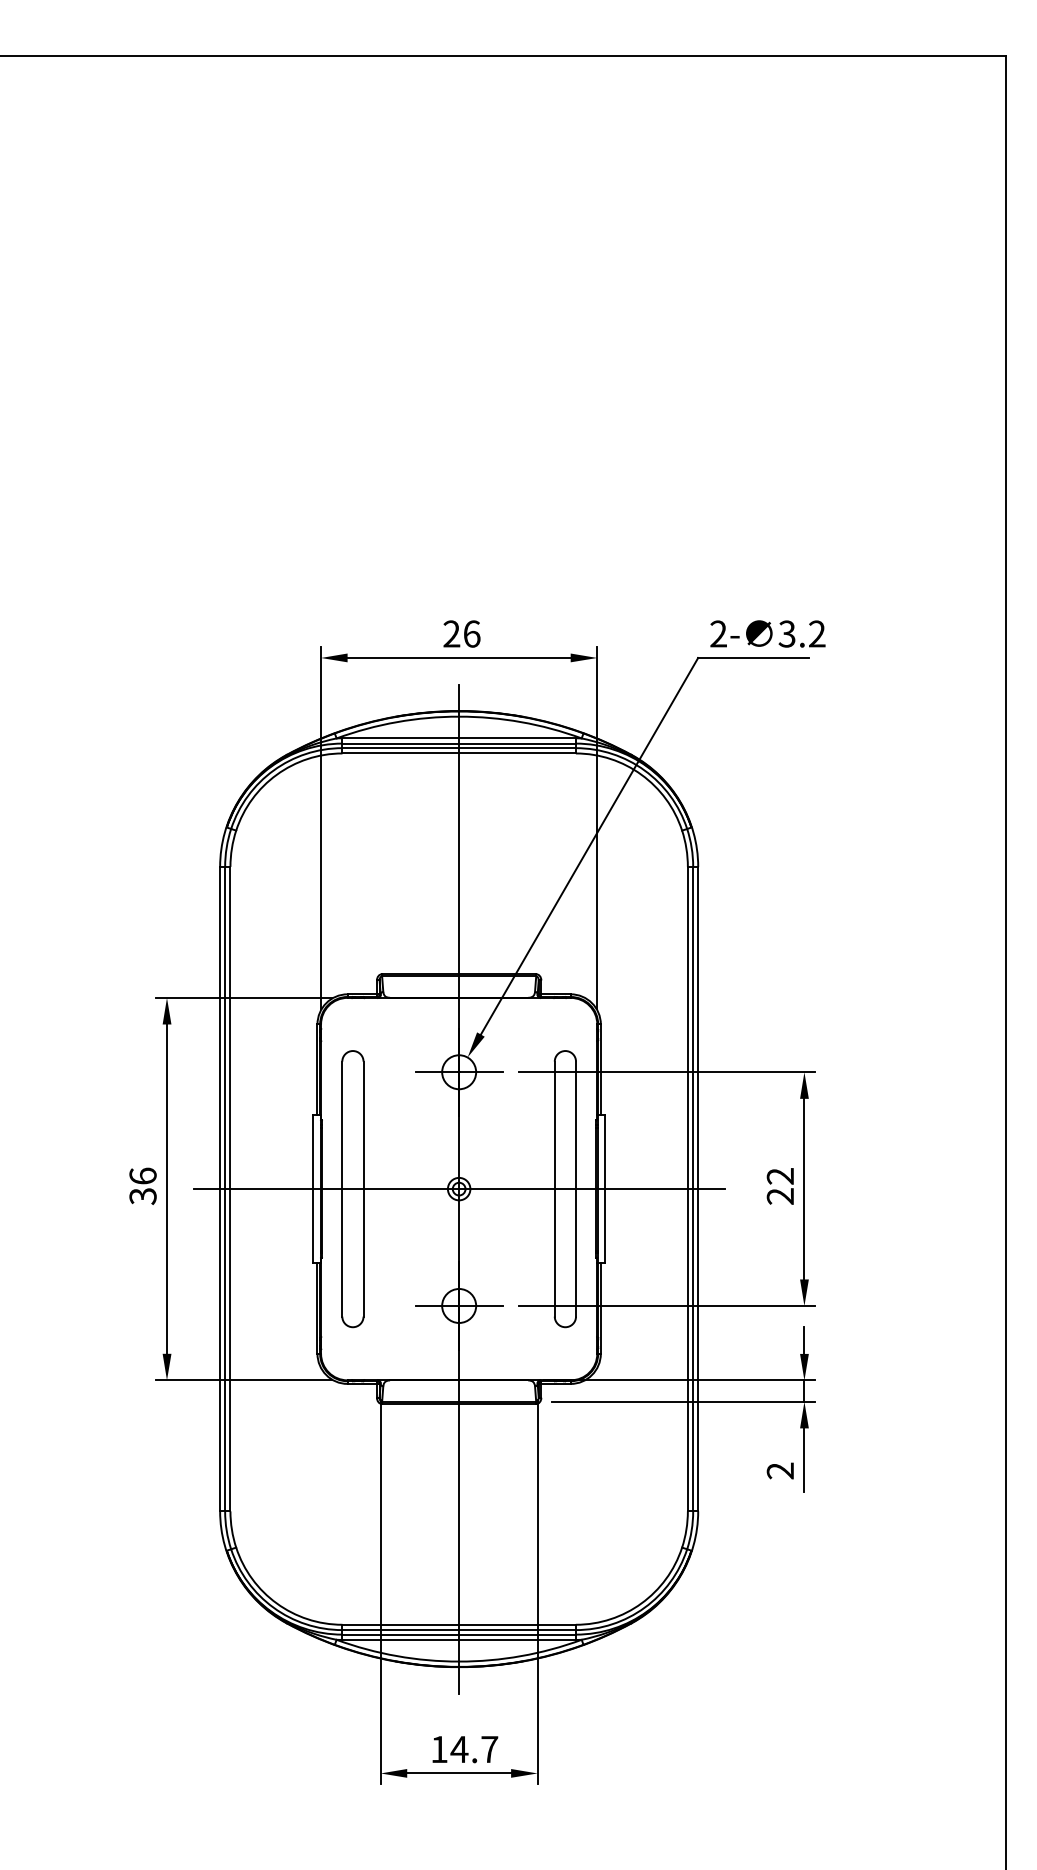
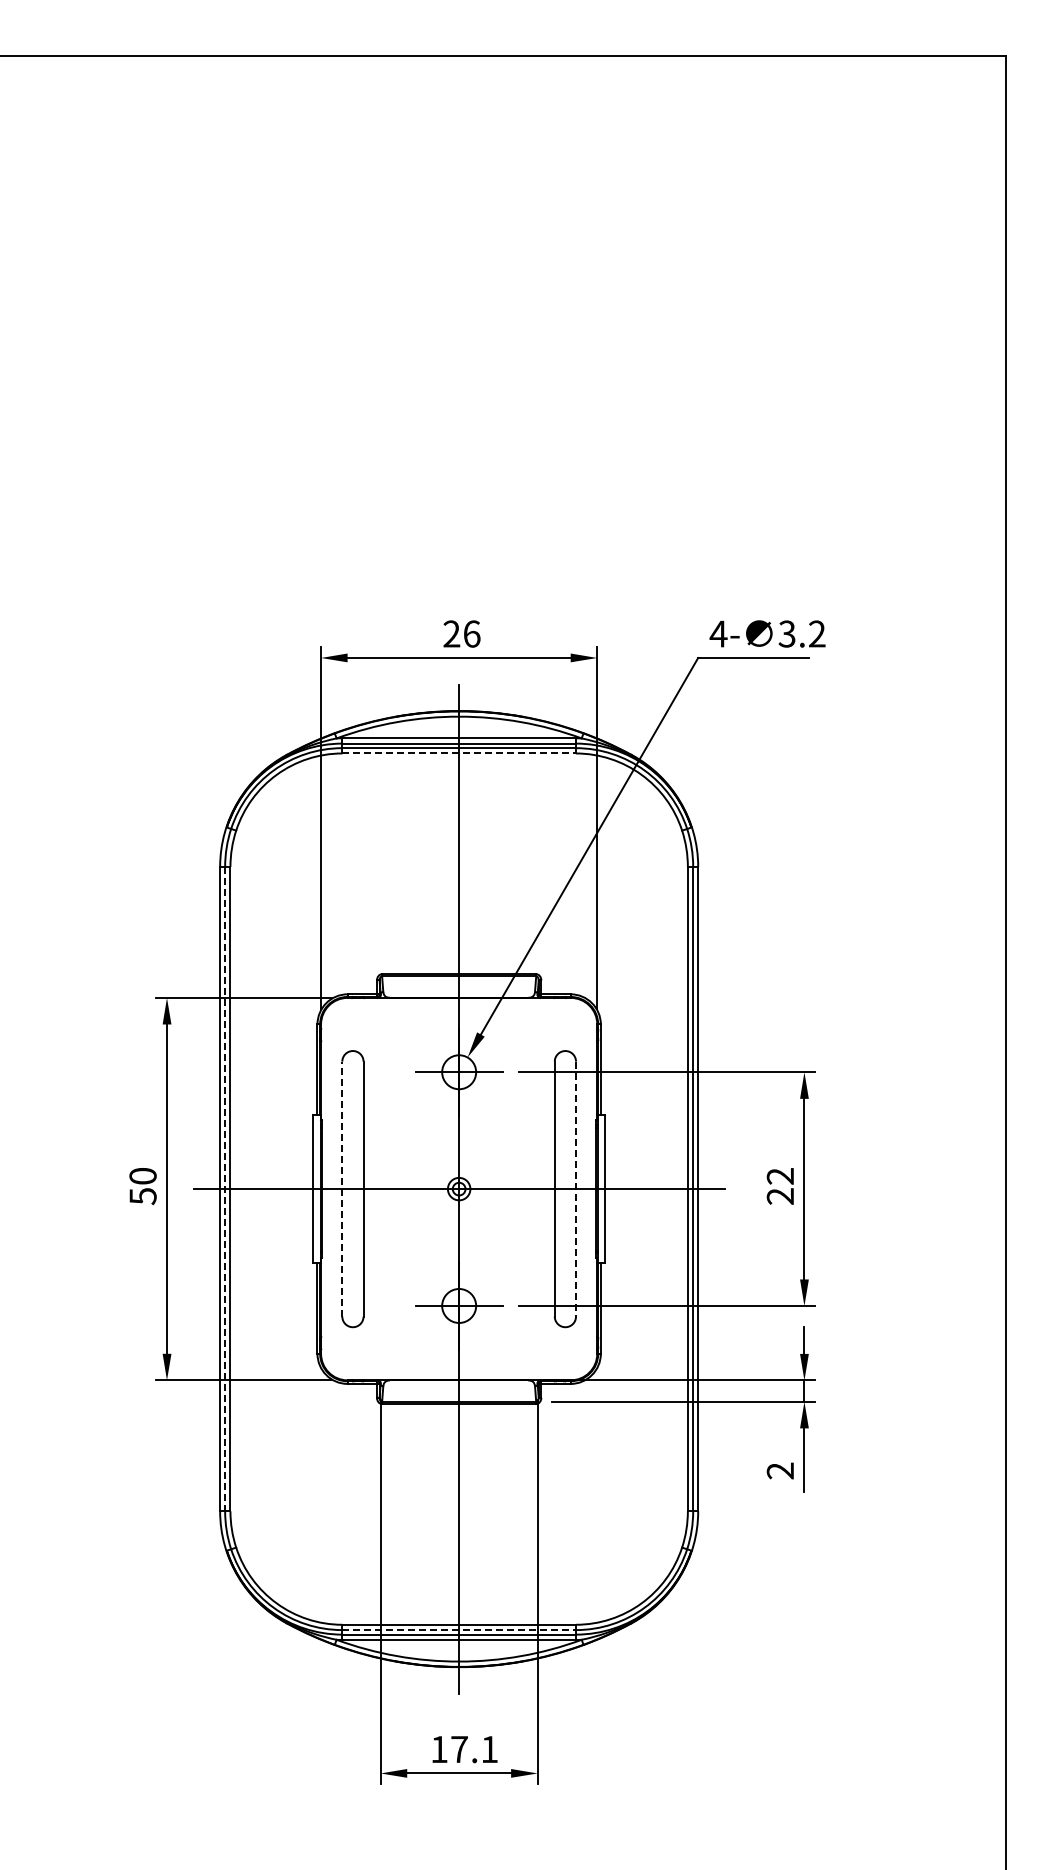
text at (718, 633): 2- -> 4-
line at (459, 753): solid -> dashed
text at (142, 1185): 36 -> 50
line at (342, 1188): solid -> dashed
line at (225, 1189): solid -> dashed
line at (576, 1189): solid -> dashed
line at (459, 1630): solid -> dashed
text at (474, 1749): 14.7 -> 17.1
